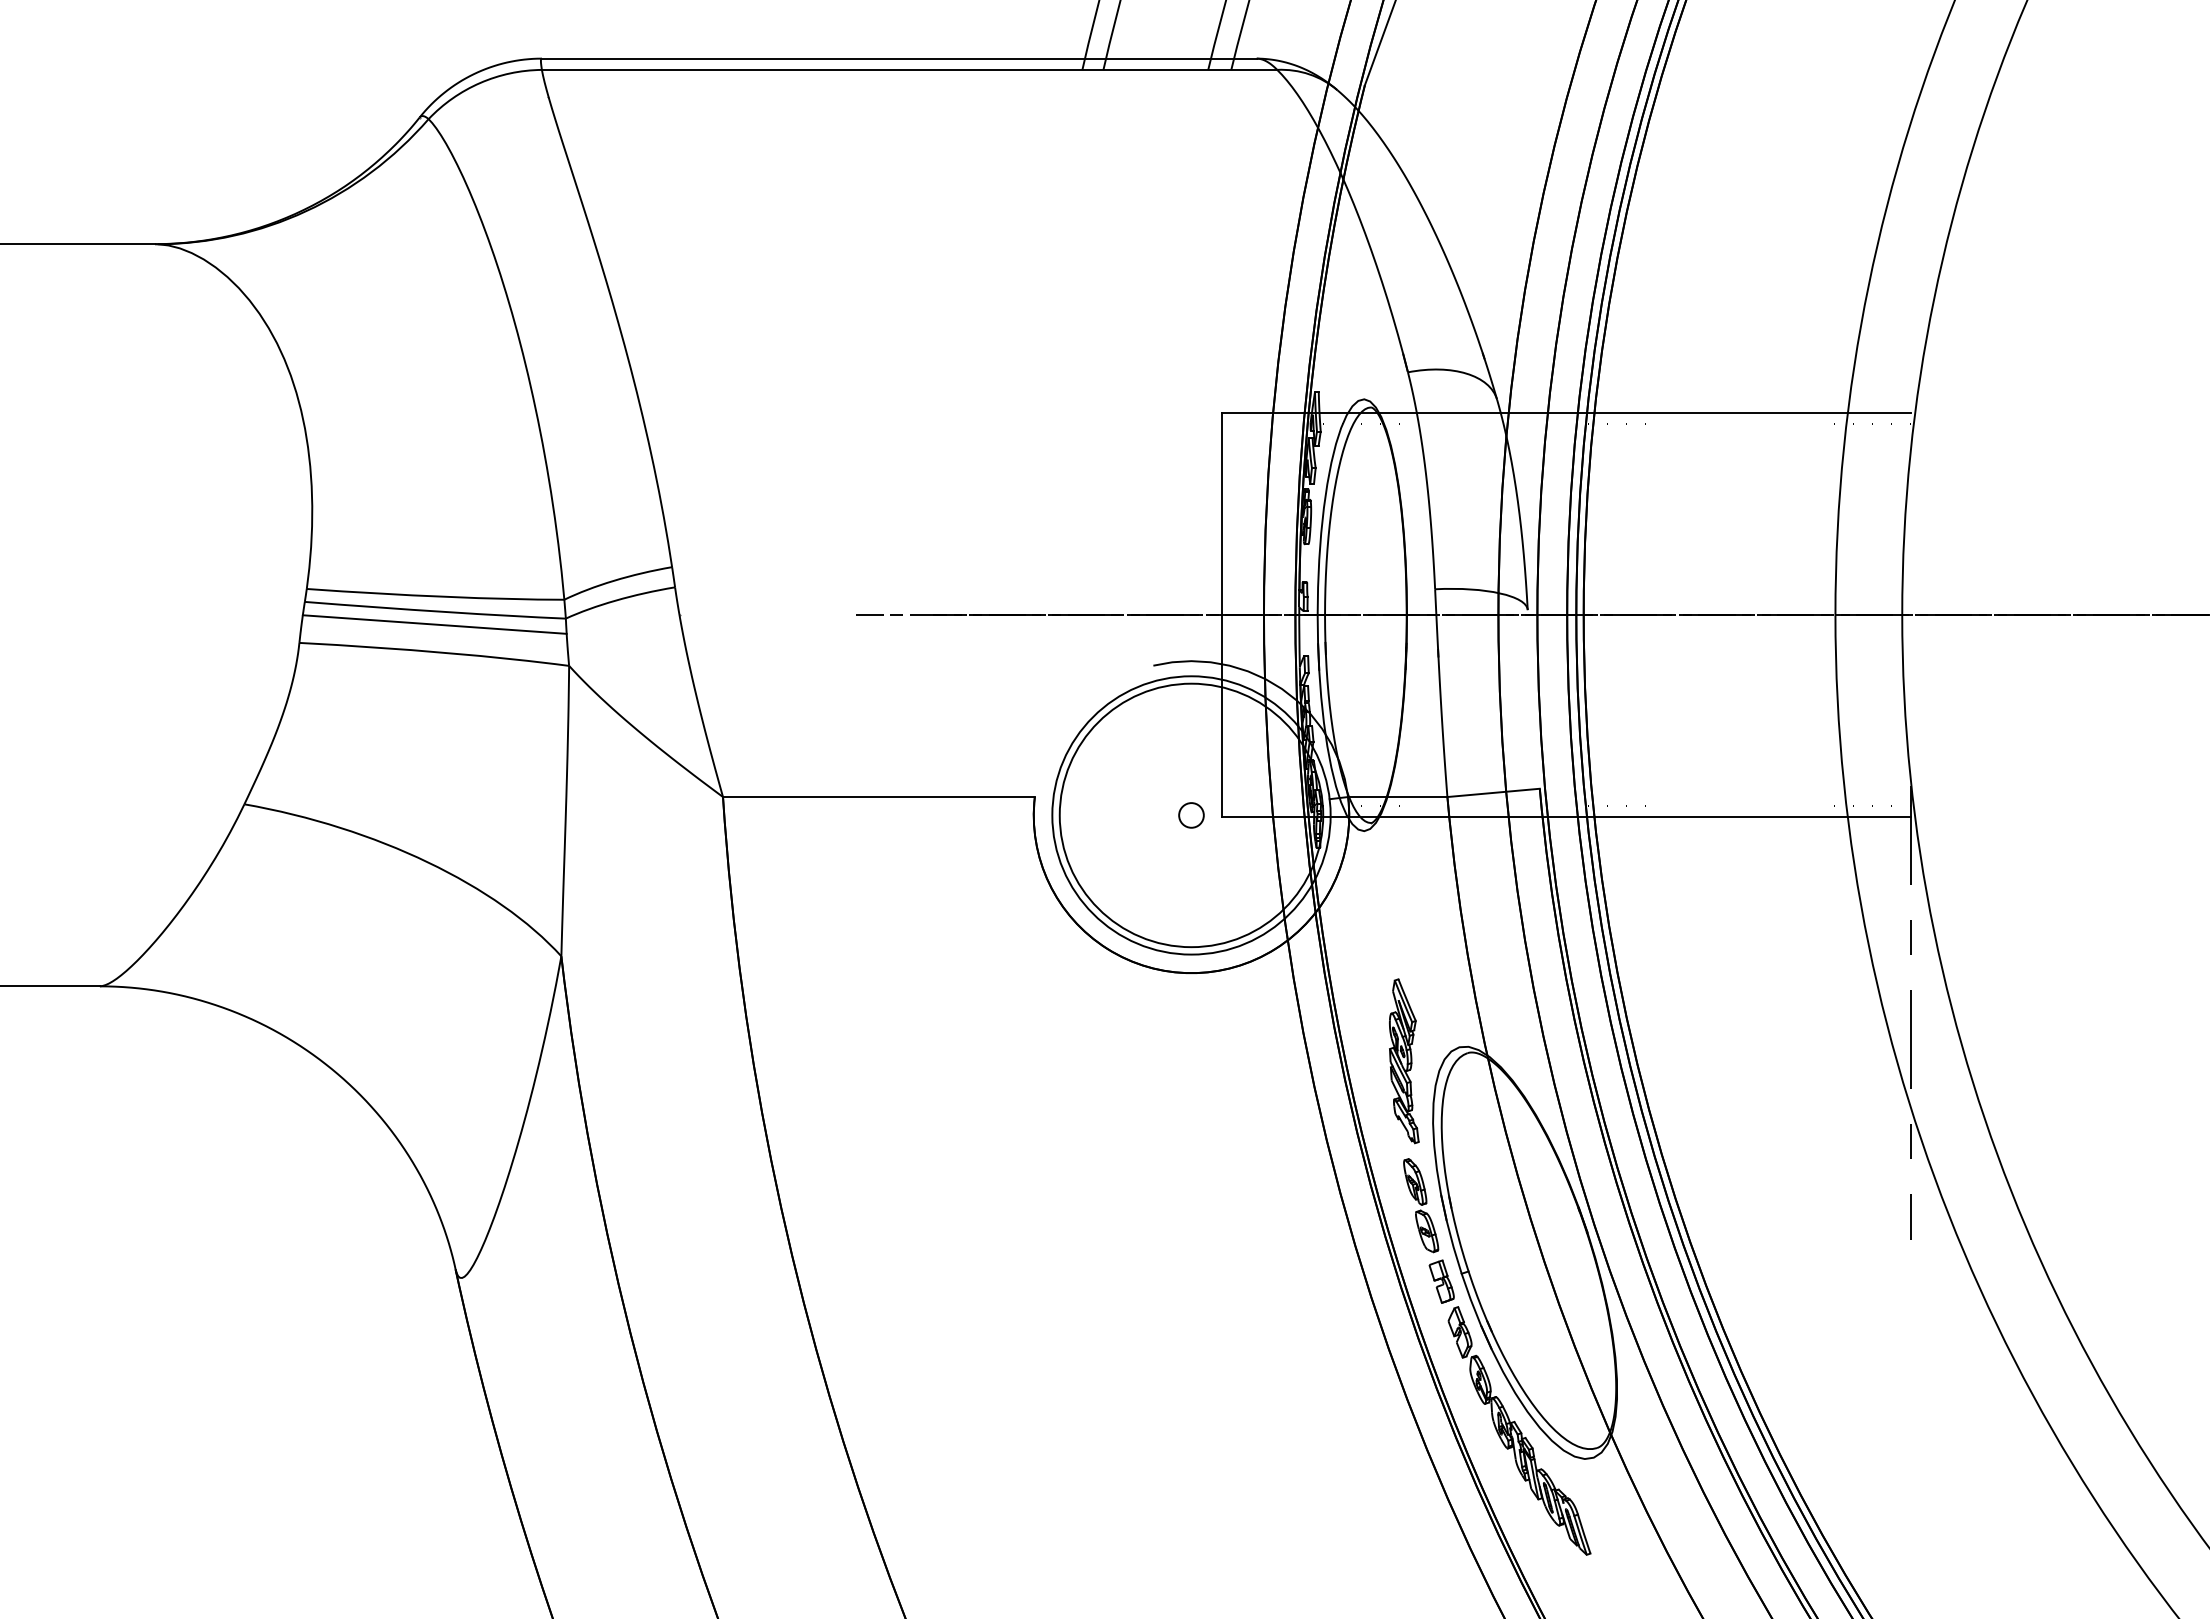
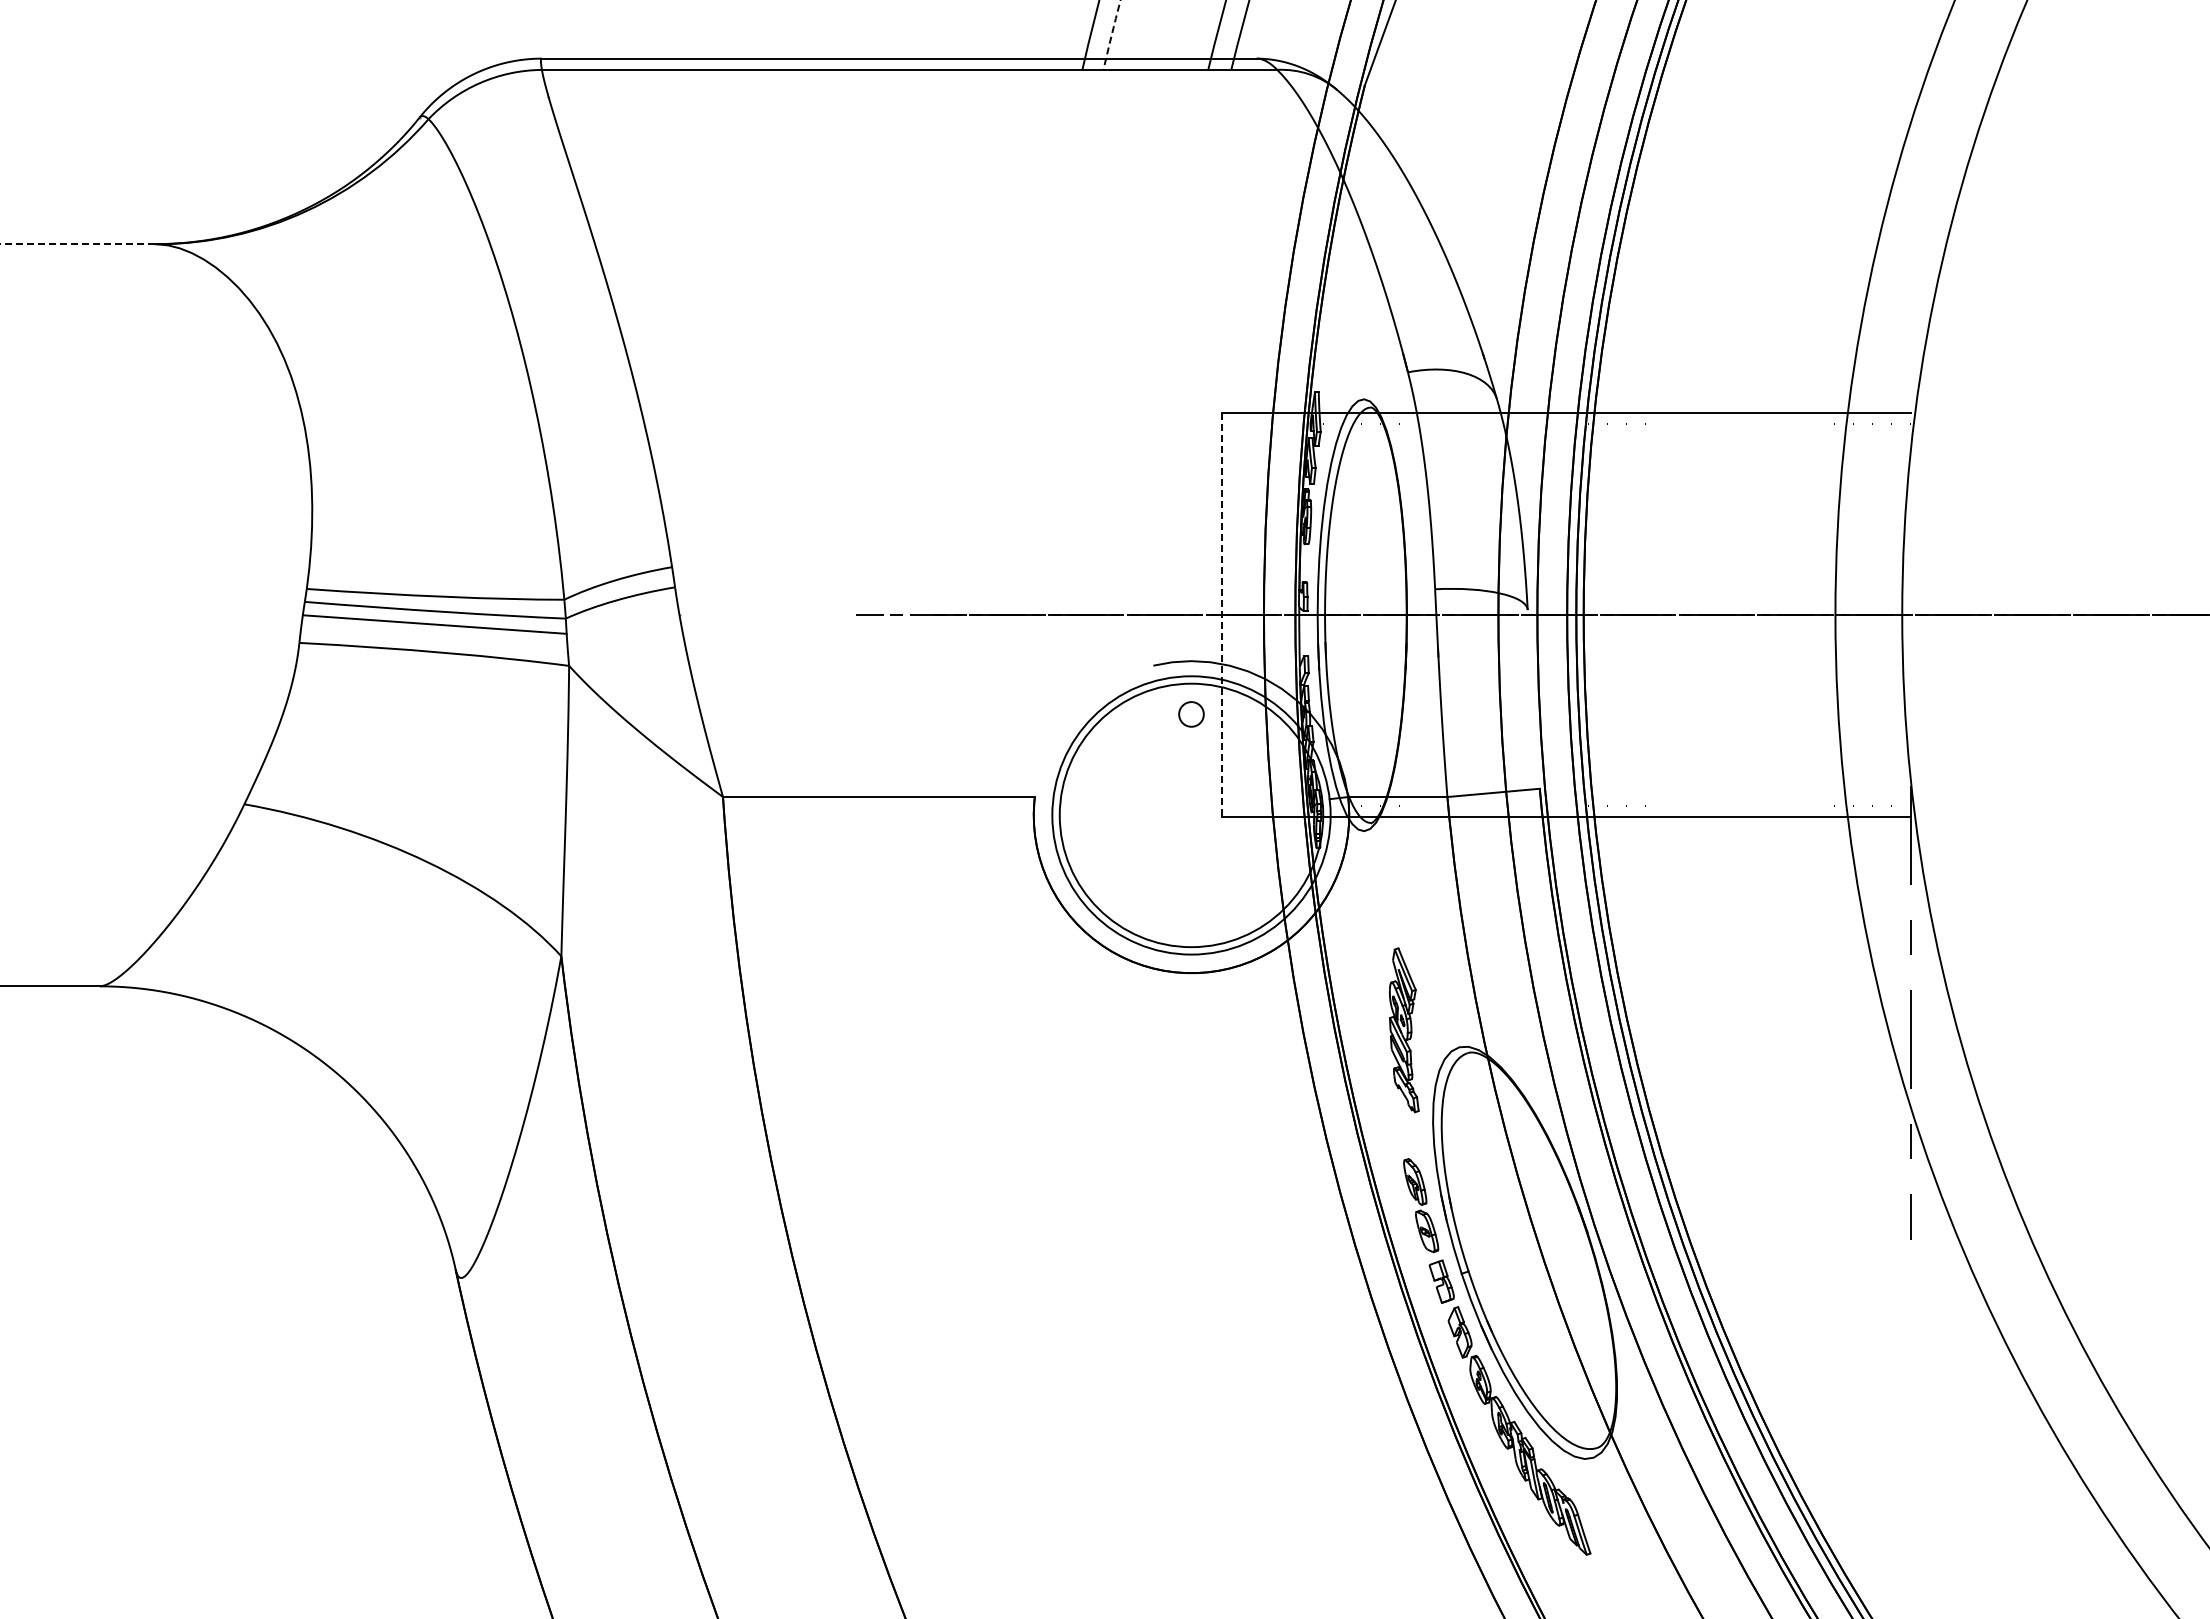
arc at (1111, 35): solid -> dashed
line at (77, 244): solid -> dashed
line at (1222, 615): solid -> dashed
circle at (1191, 815) position: (1191, 815) -> (1191, 714)
part at (1404, 1061) position: (1404, 1061) -> (1404, 1030)
